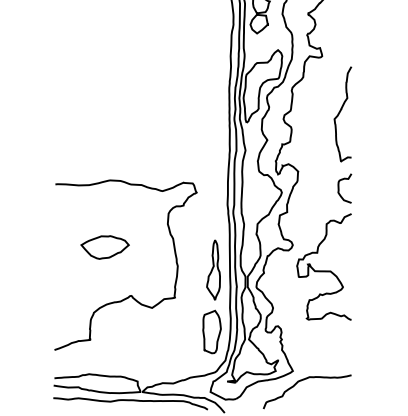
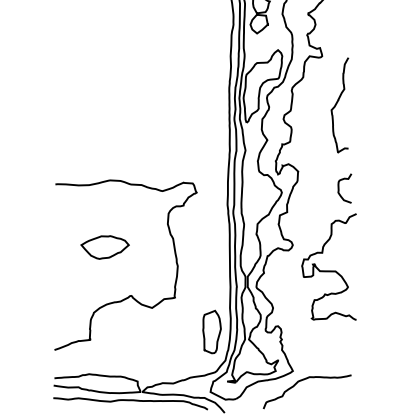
curve at (340, 112) position: (340, 112) -> (337, 103)
part at (213, 269): present -> none
curve at (323, 270) position: (323, 270) -> (328, 270)
